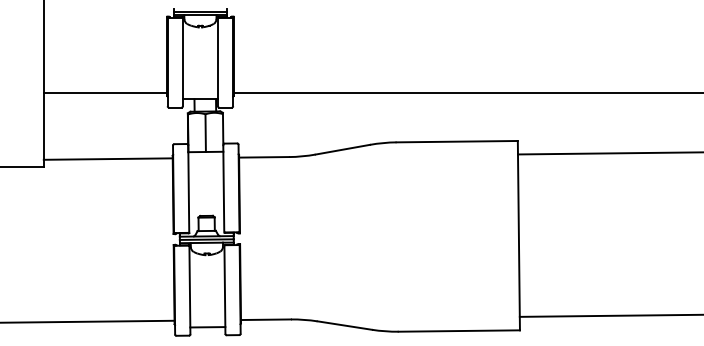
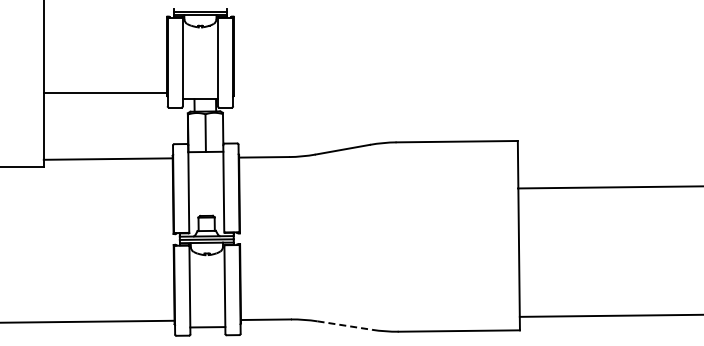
line at (466, 92): present -> none
line at (608, 153) position: (608, 153) -> (608, 187)
line at (344, 325): solid -> dashed
